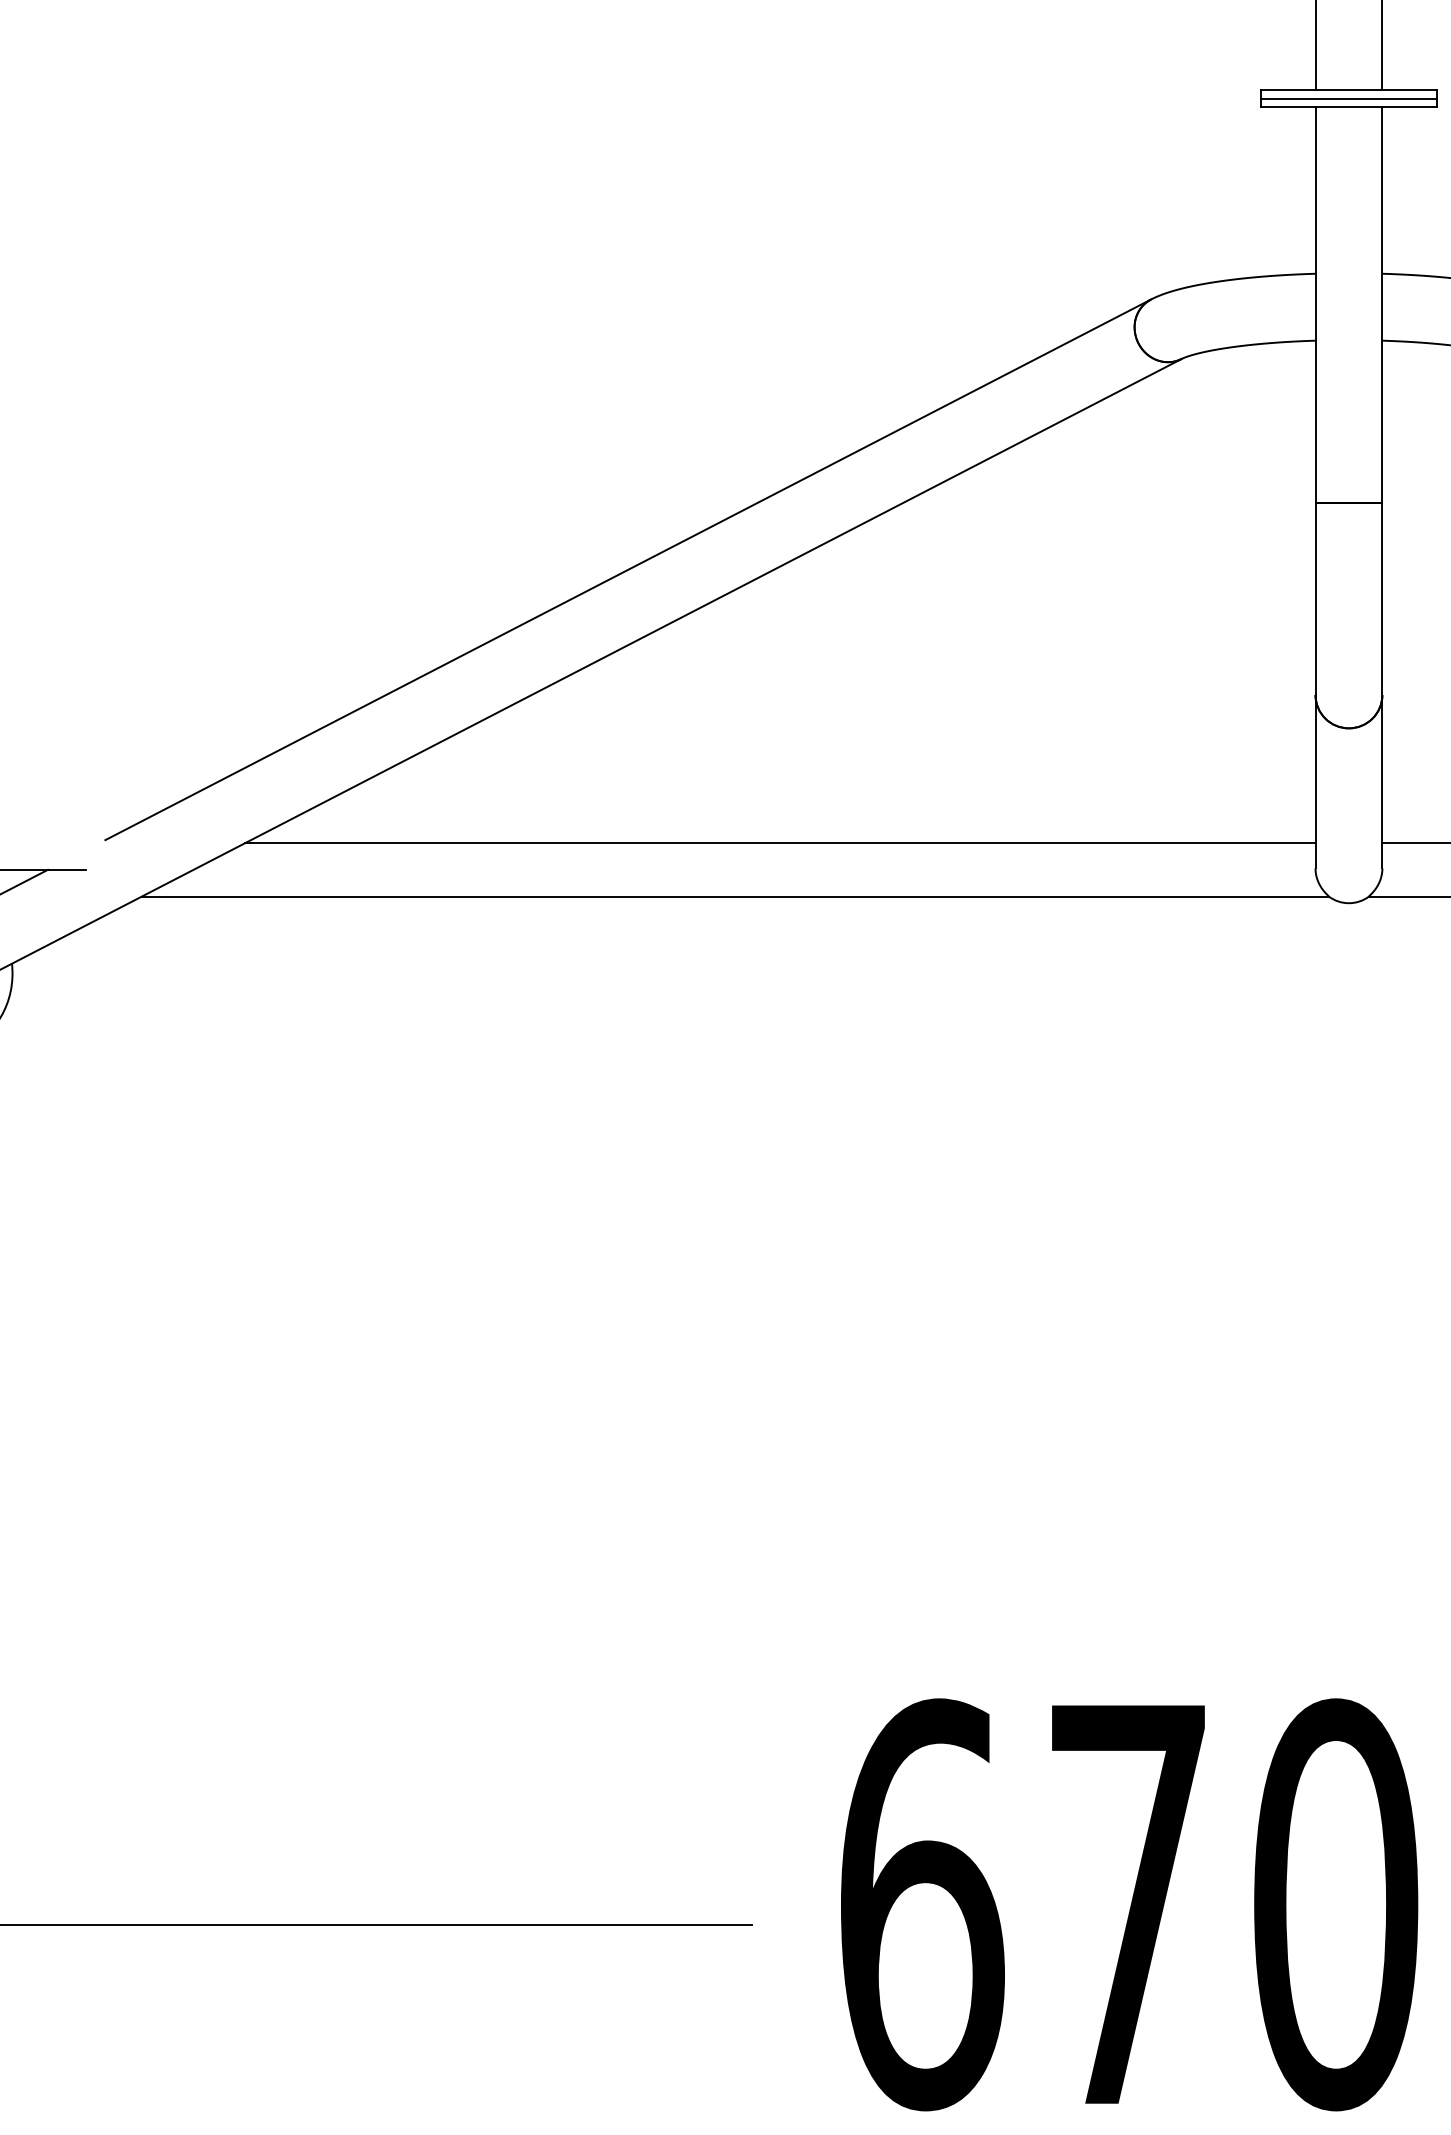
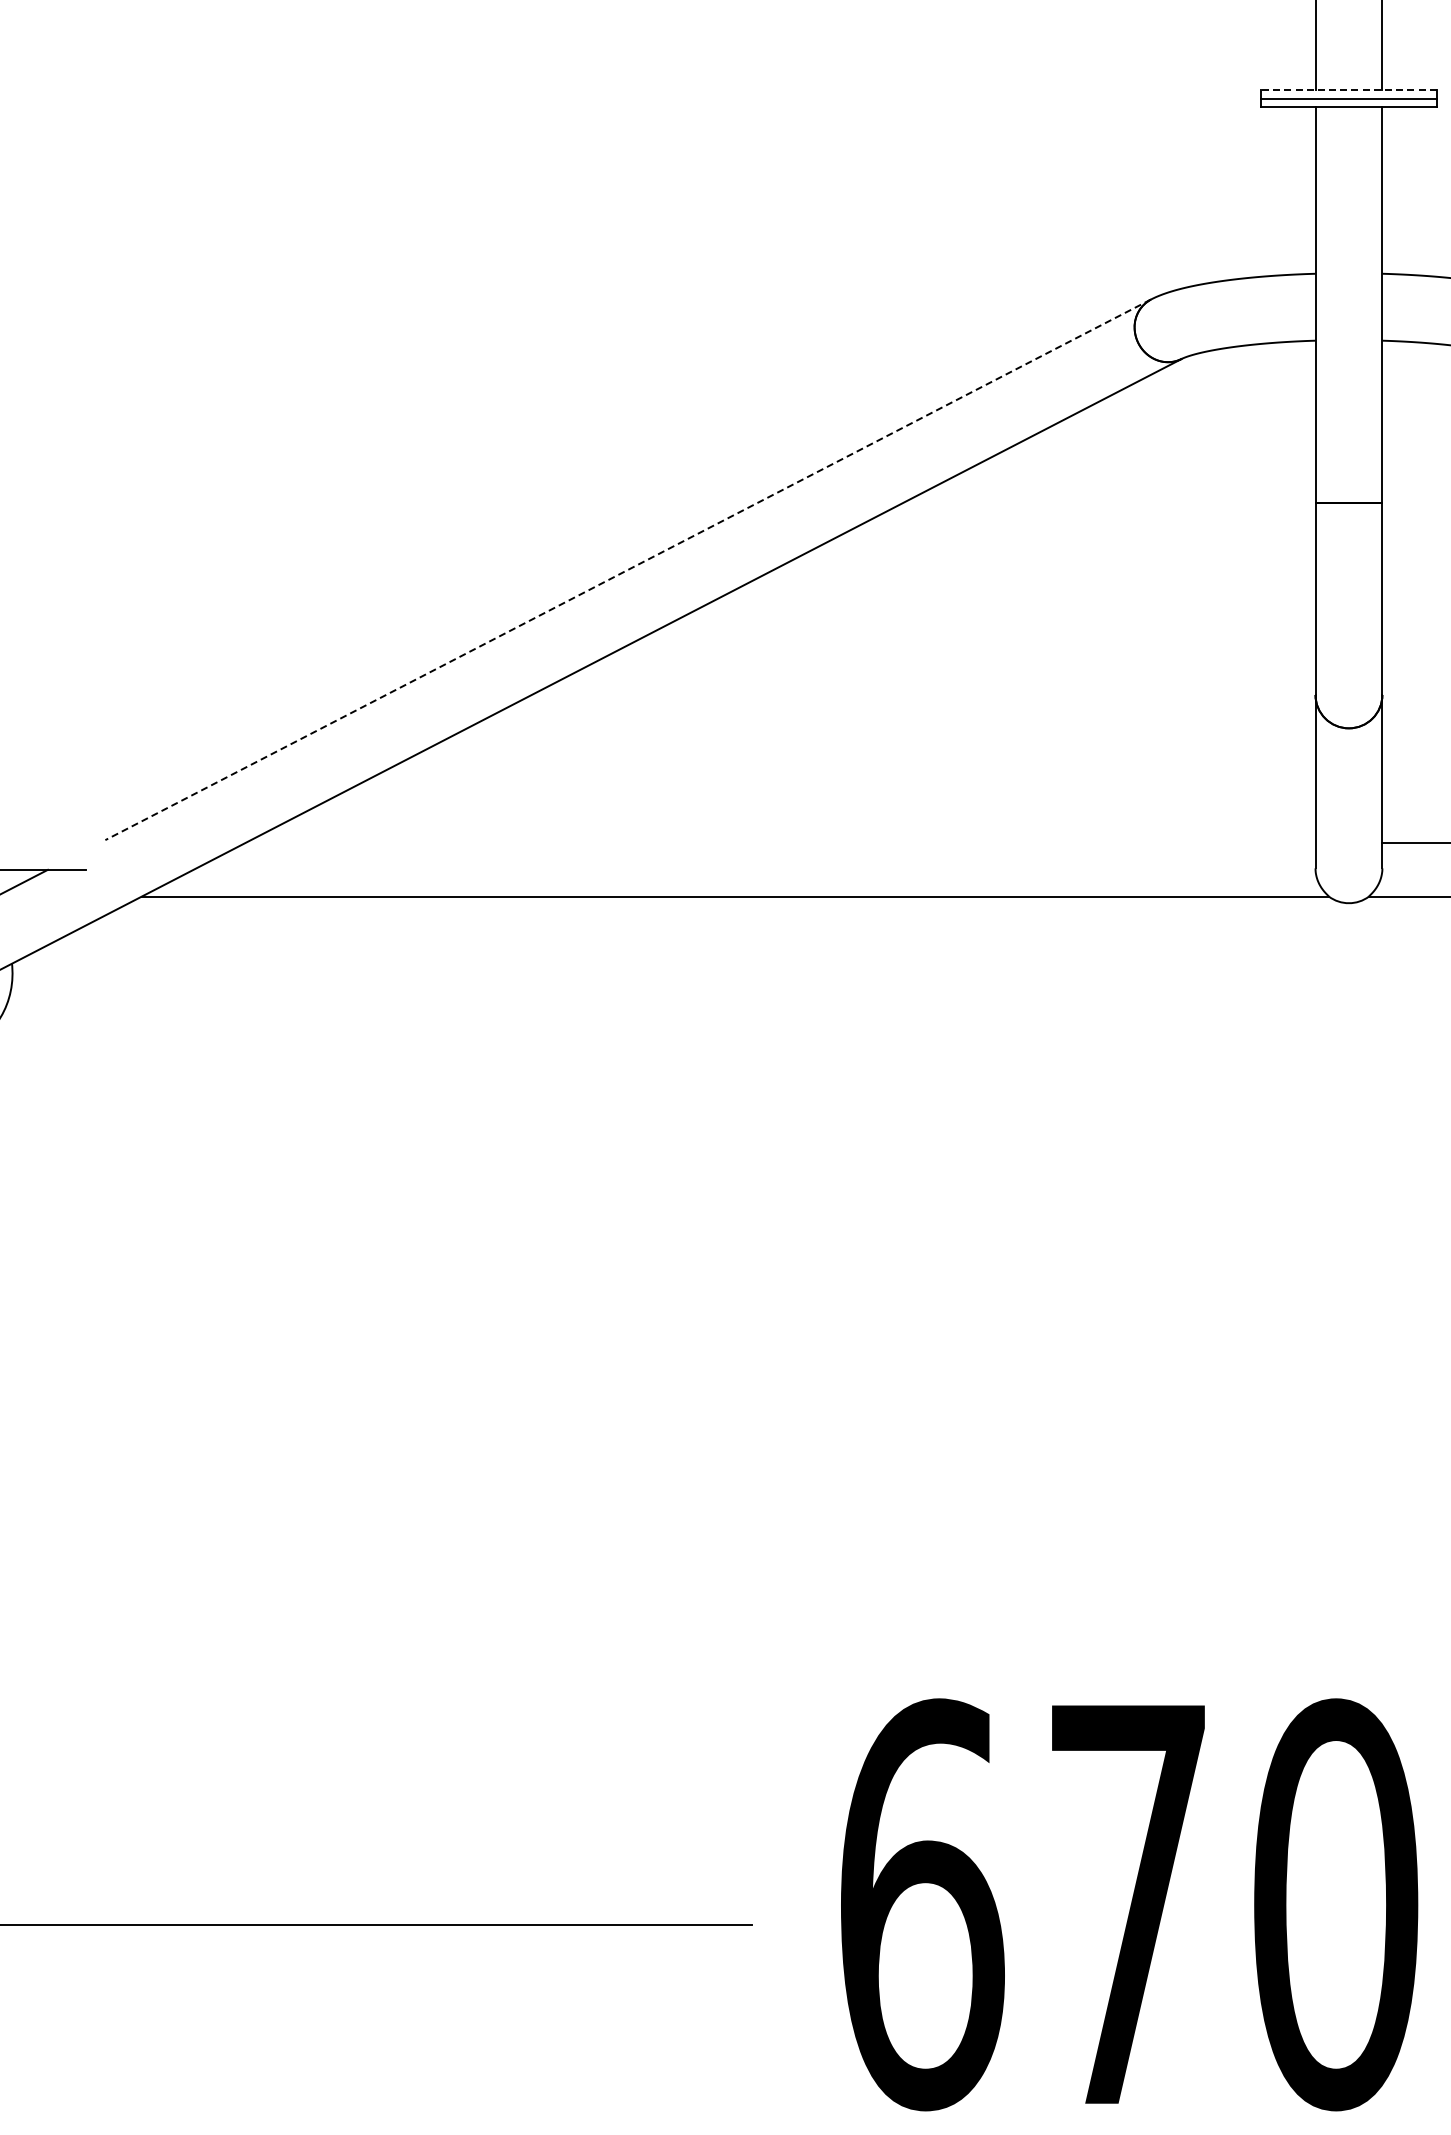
line at (1348, 90): solid -> dashed
line at (628, 569): solid -> dashed
line at (780, 843): present -> none
